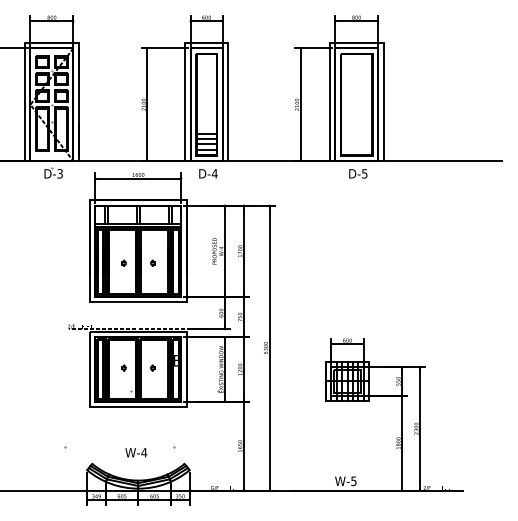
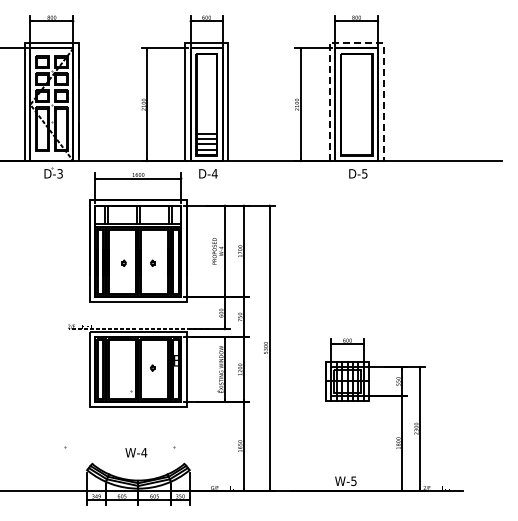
line at (356, 42): solid -> dashed
part at (123, 367): present -> none
